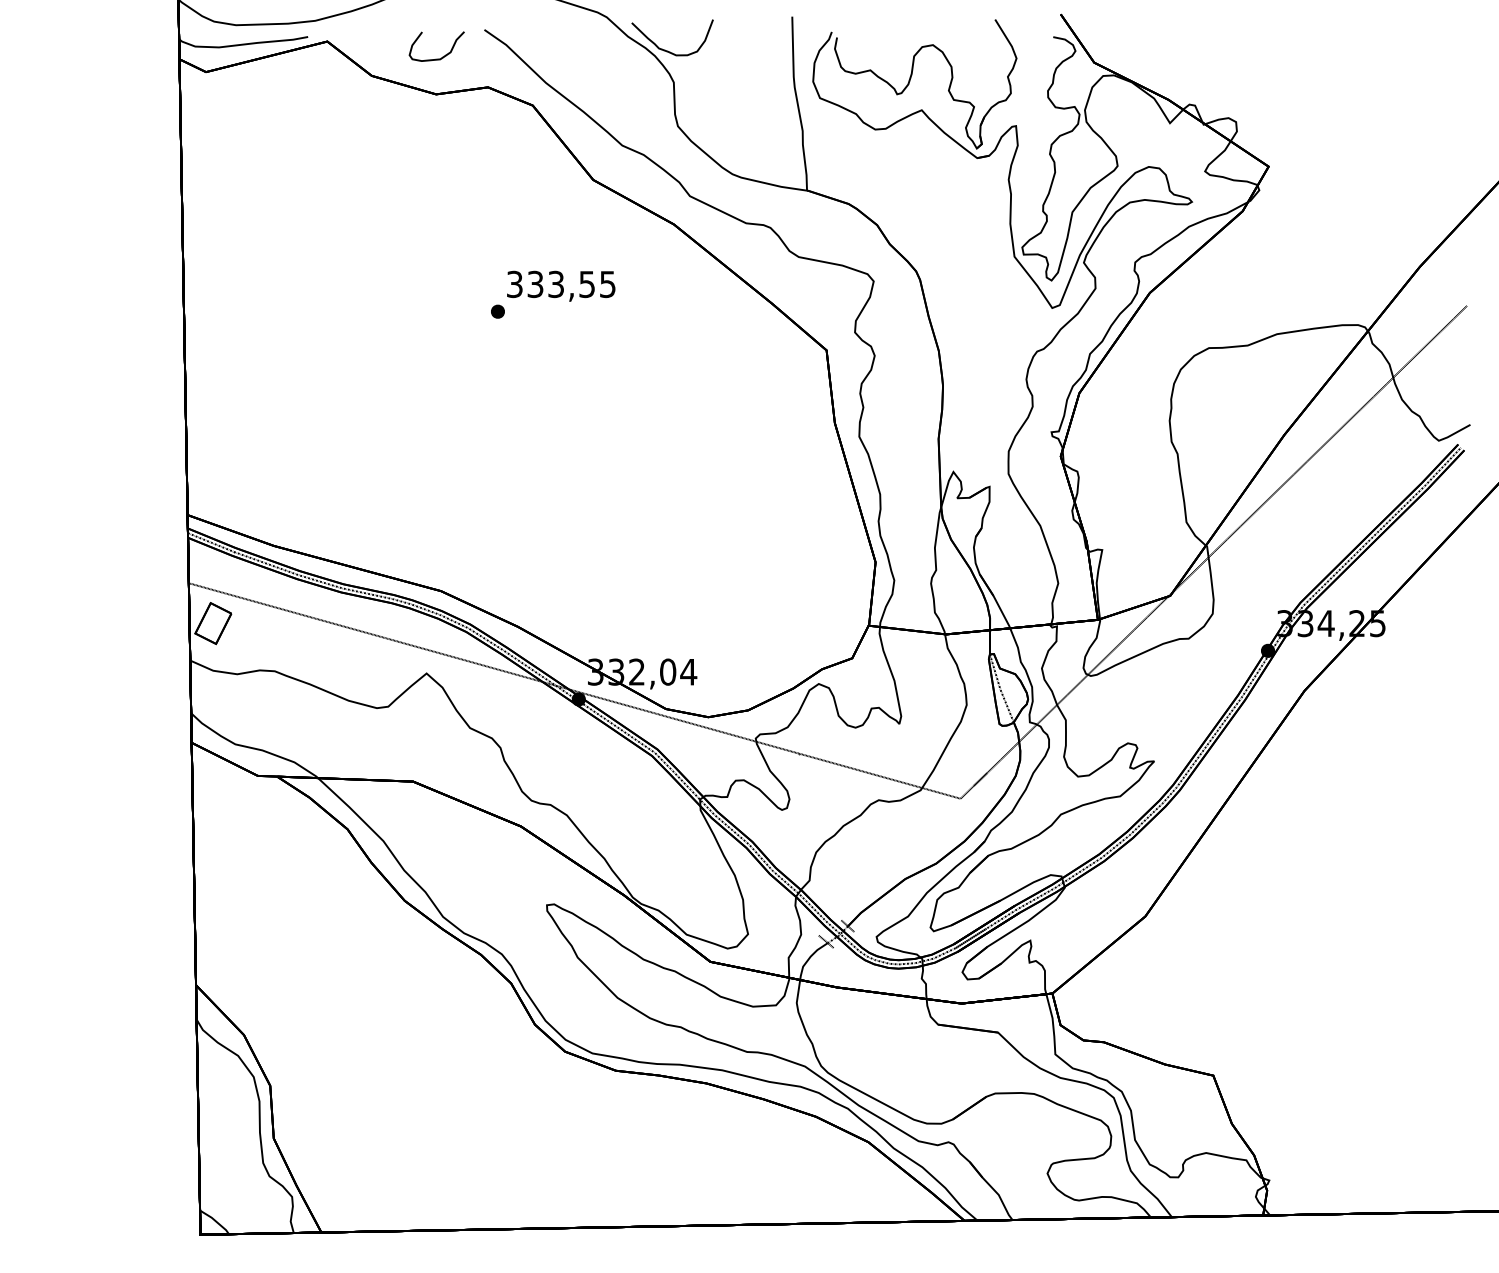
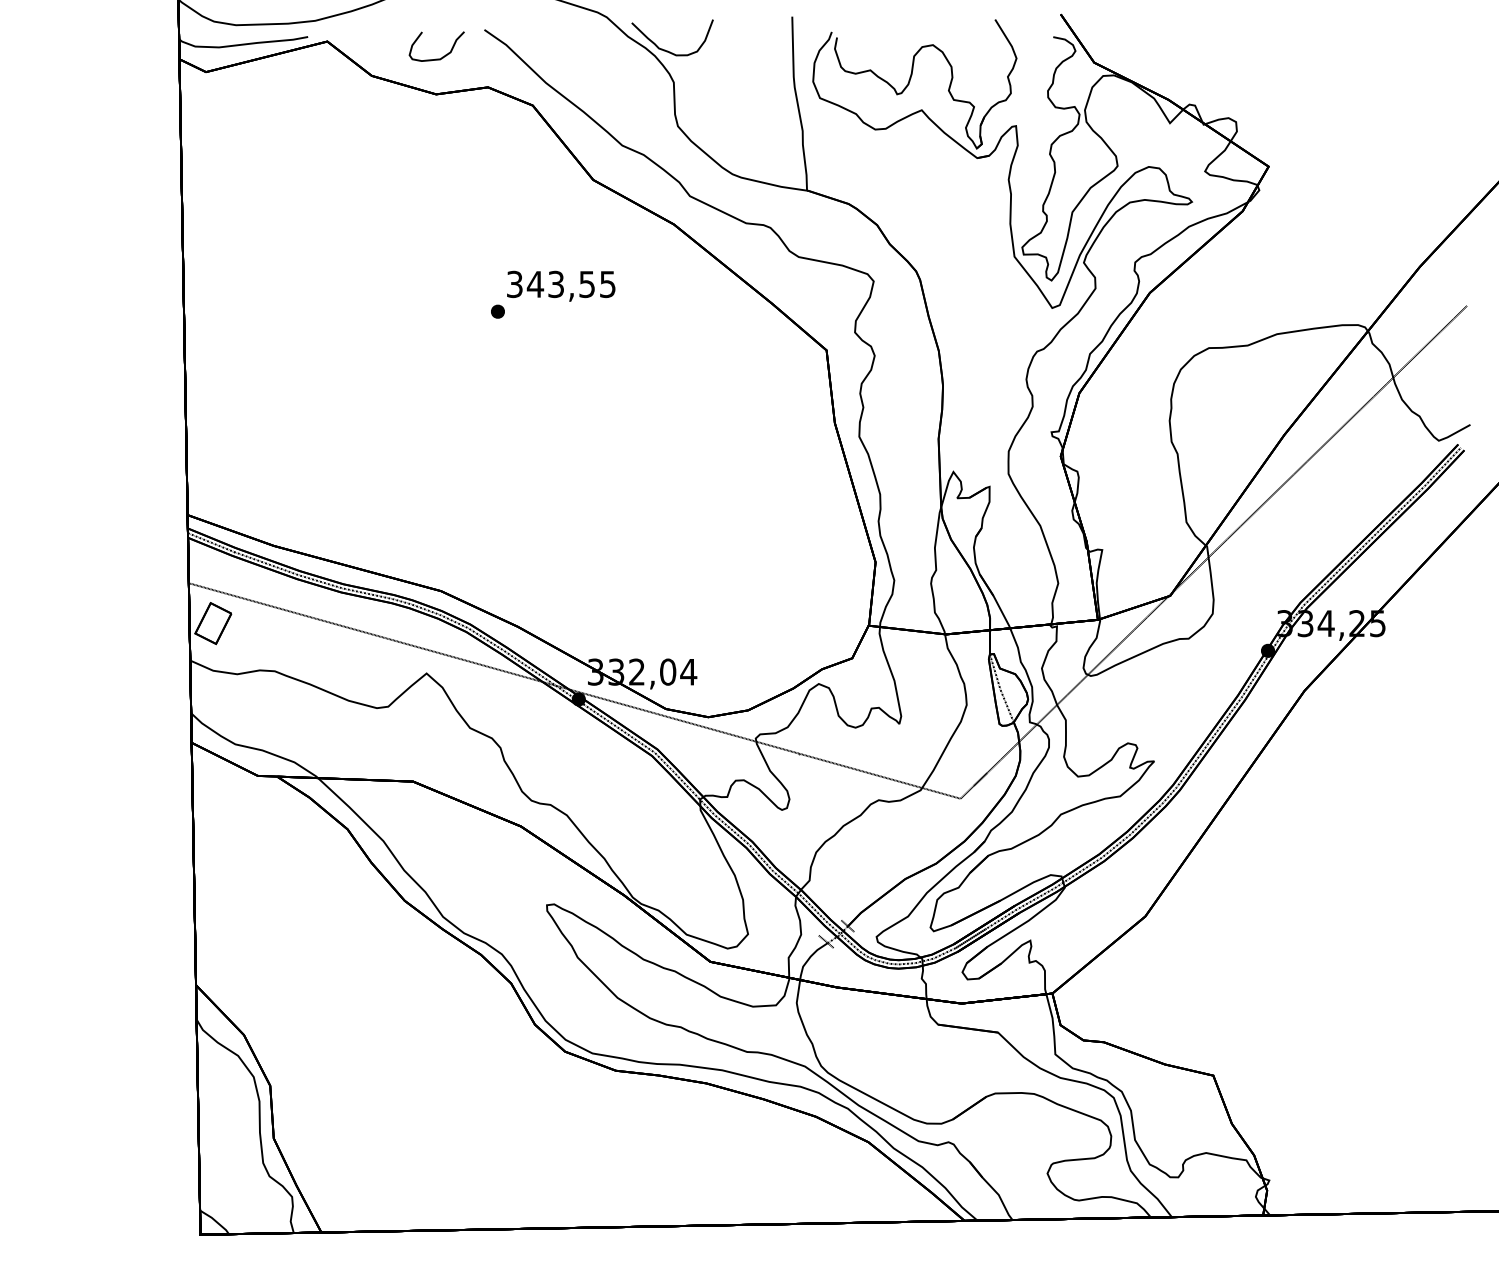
text at (535, 284): 333,55 -> 343,55
